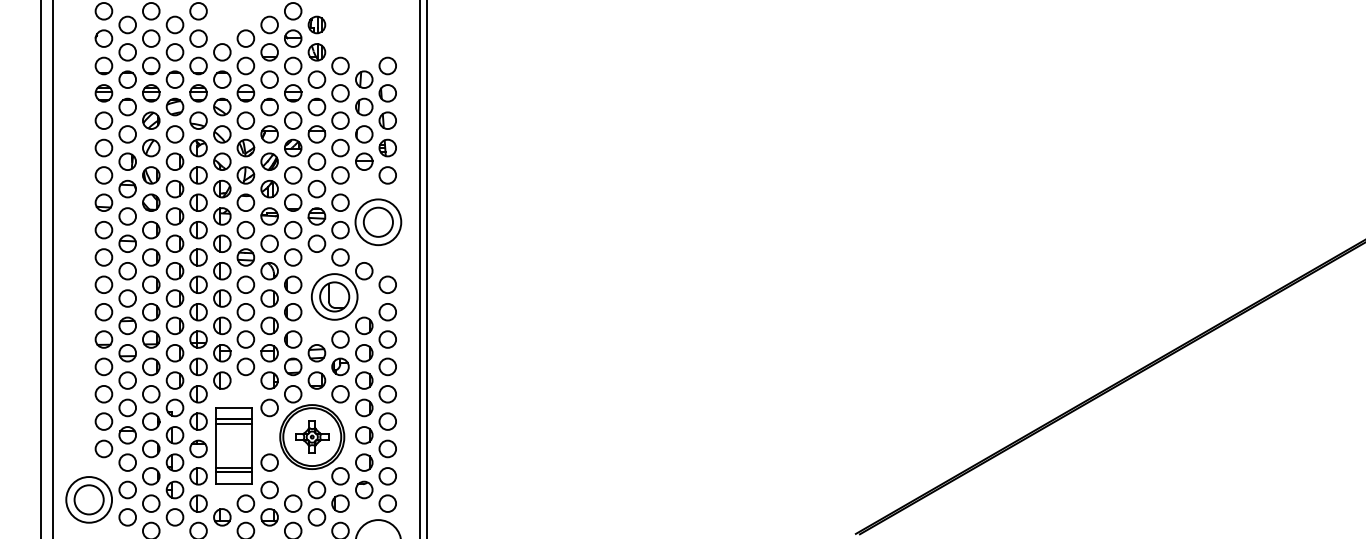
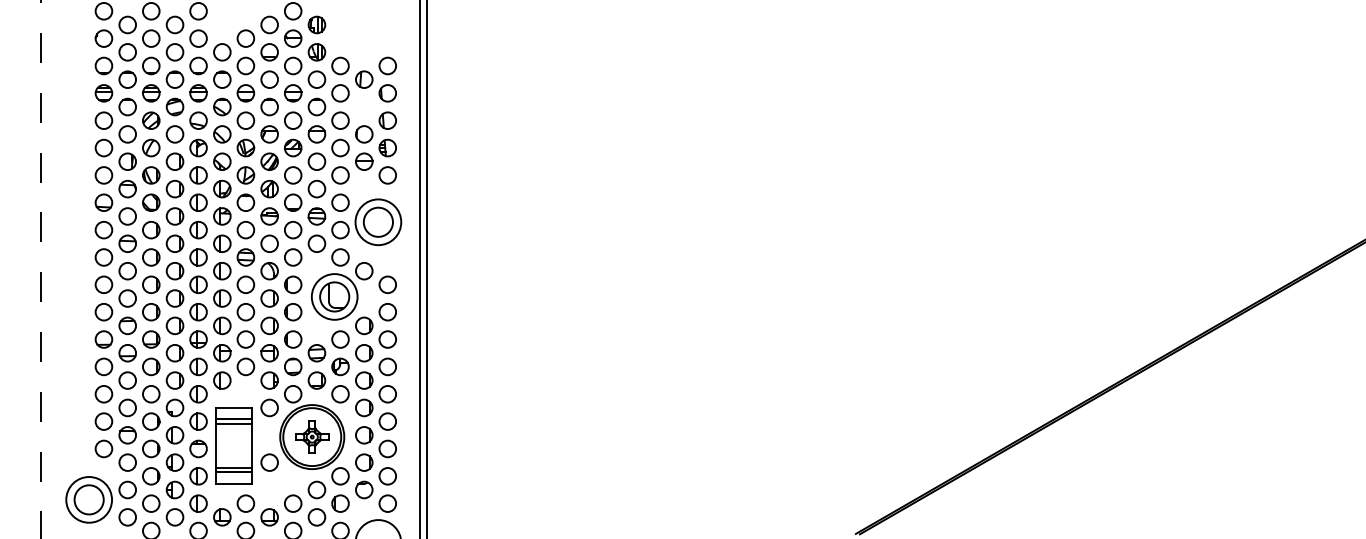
part at (364, 106): present -> none
line at (53, 268): present -> none
line at (40, 269): solid -> dashed
circle at (269, 489): present -> none
